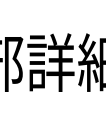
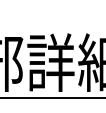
line at (52, 98): none -> present
